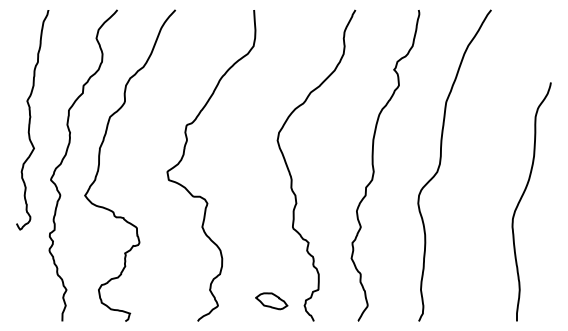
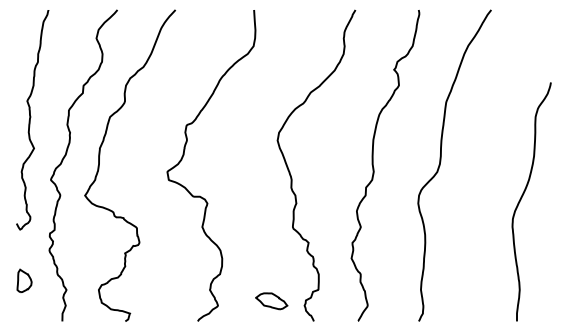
part at (24, 280): none -> present
